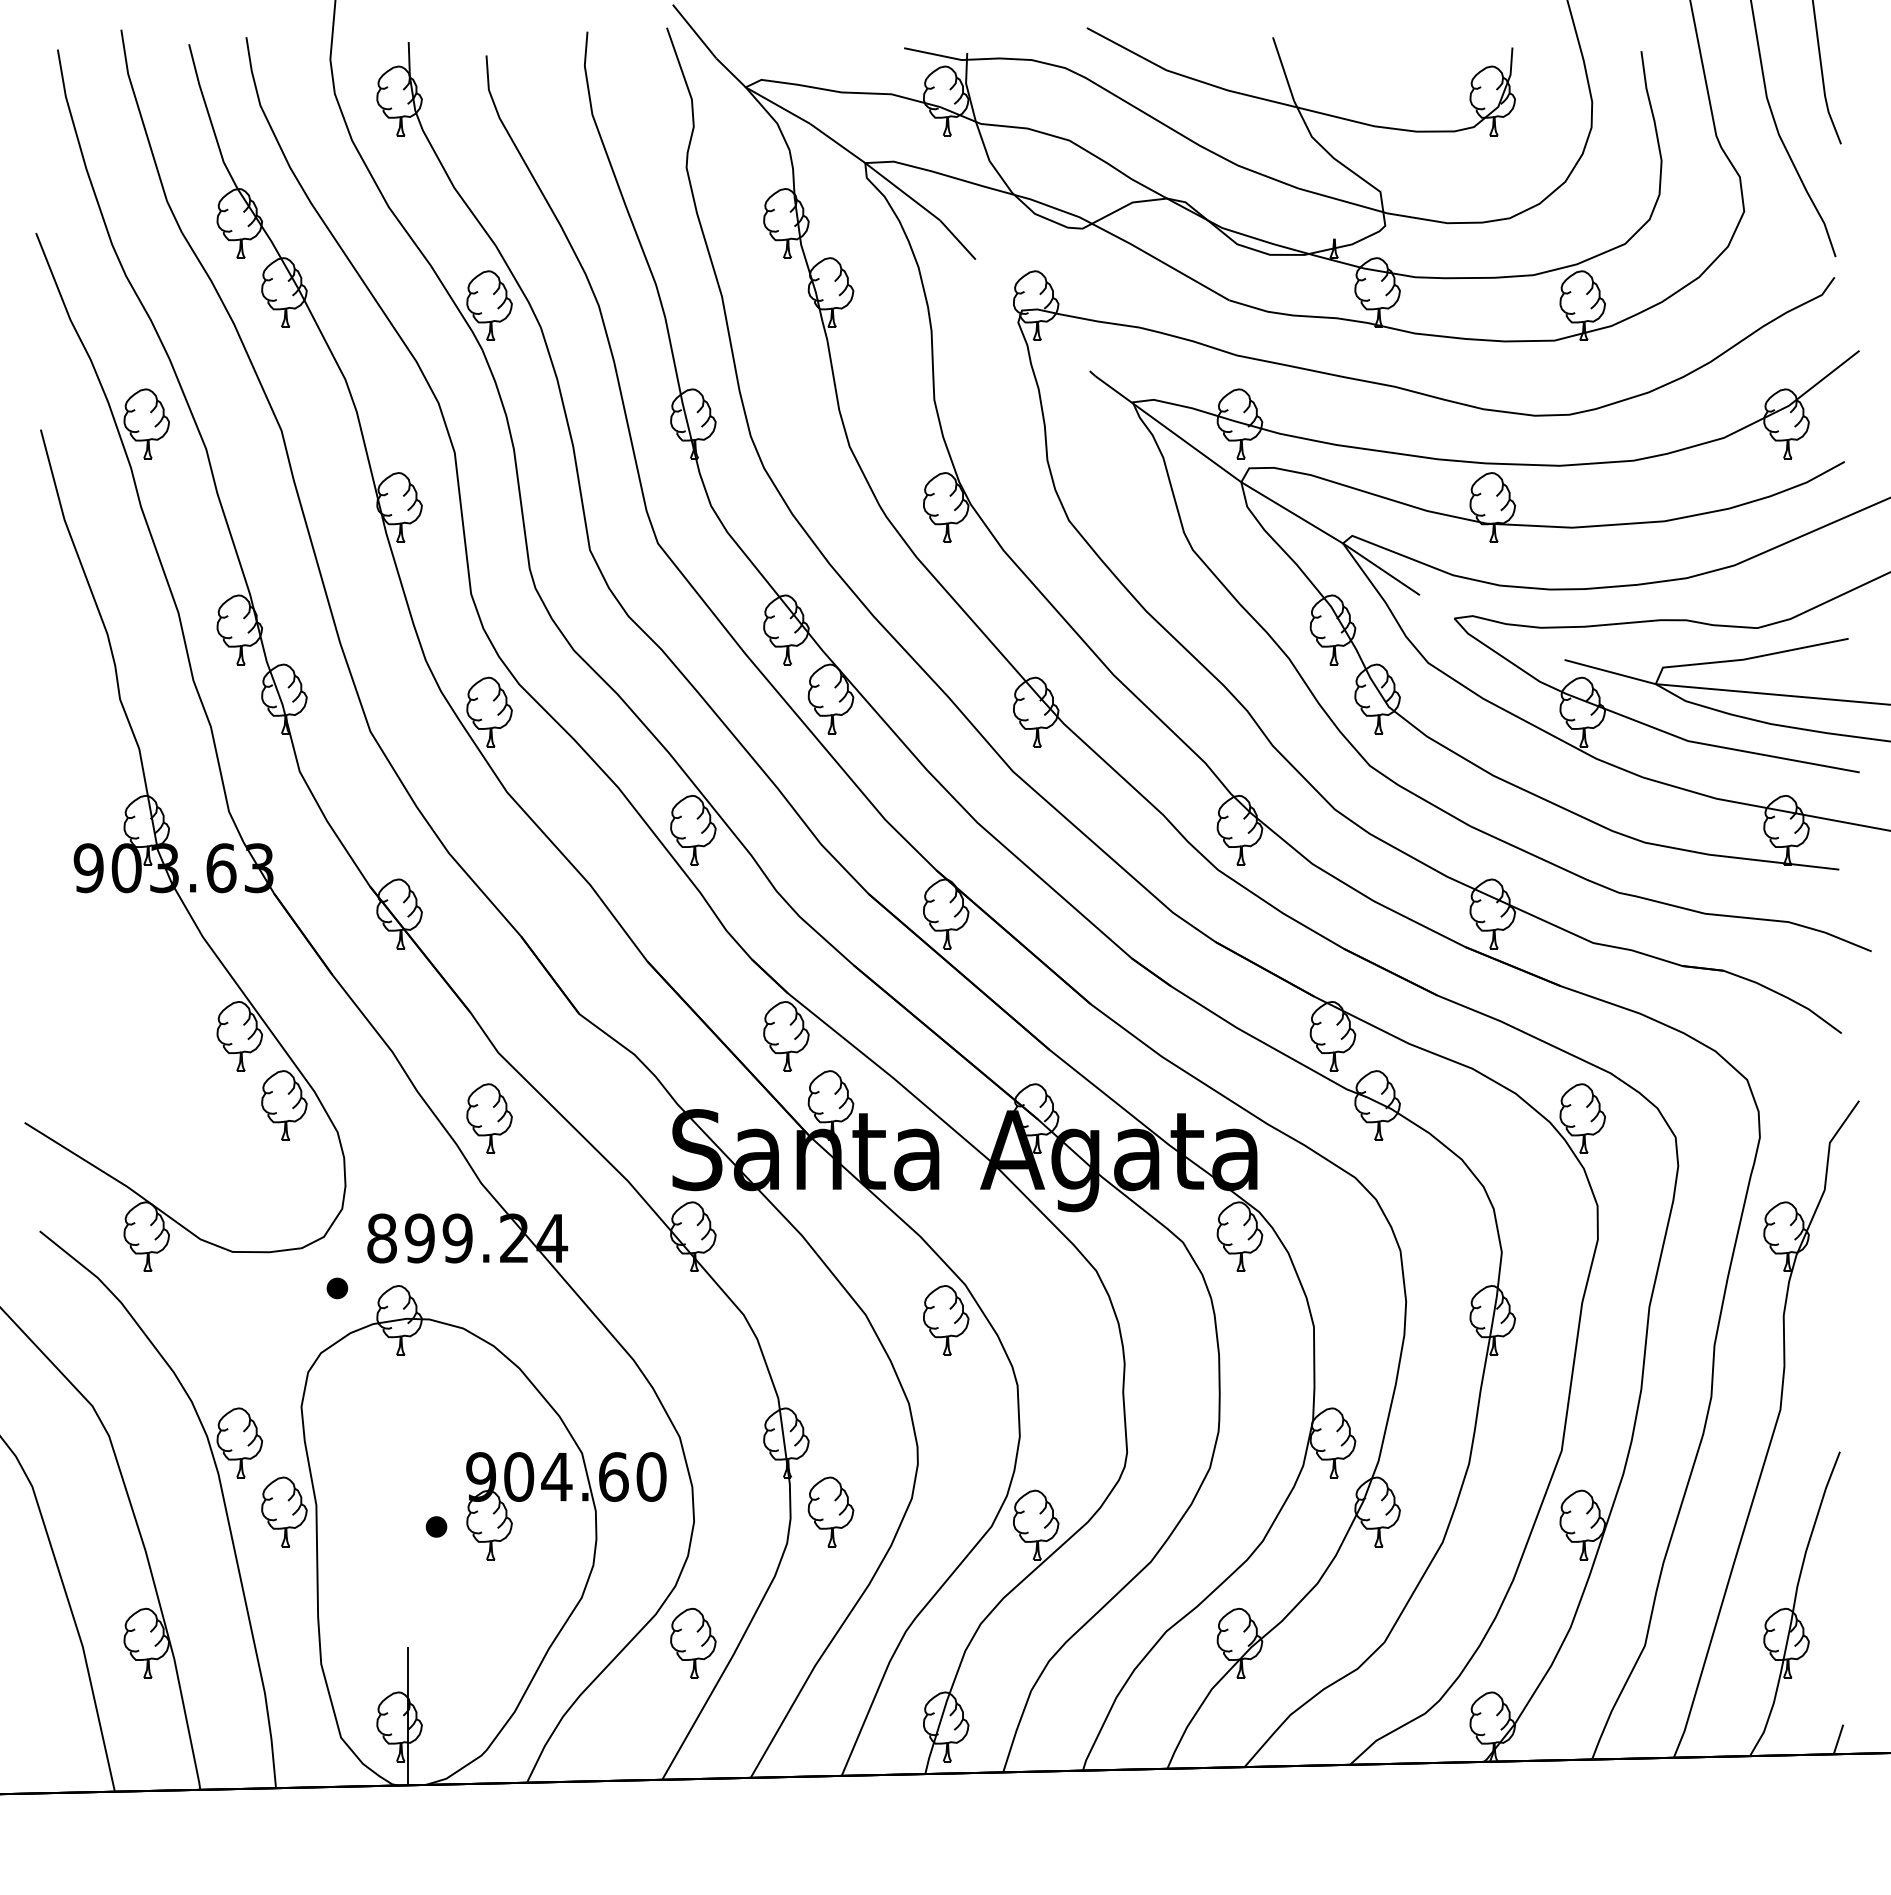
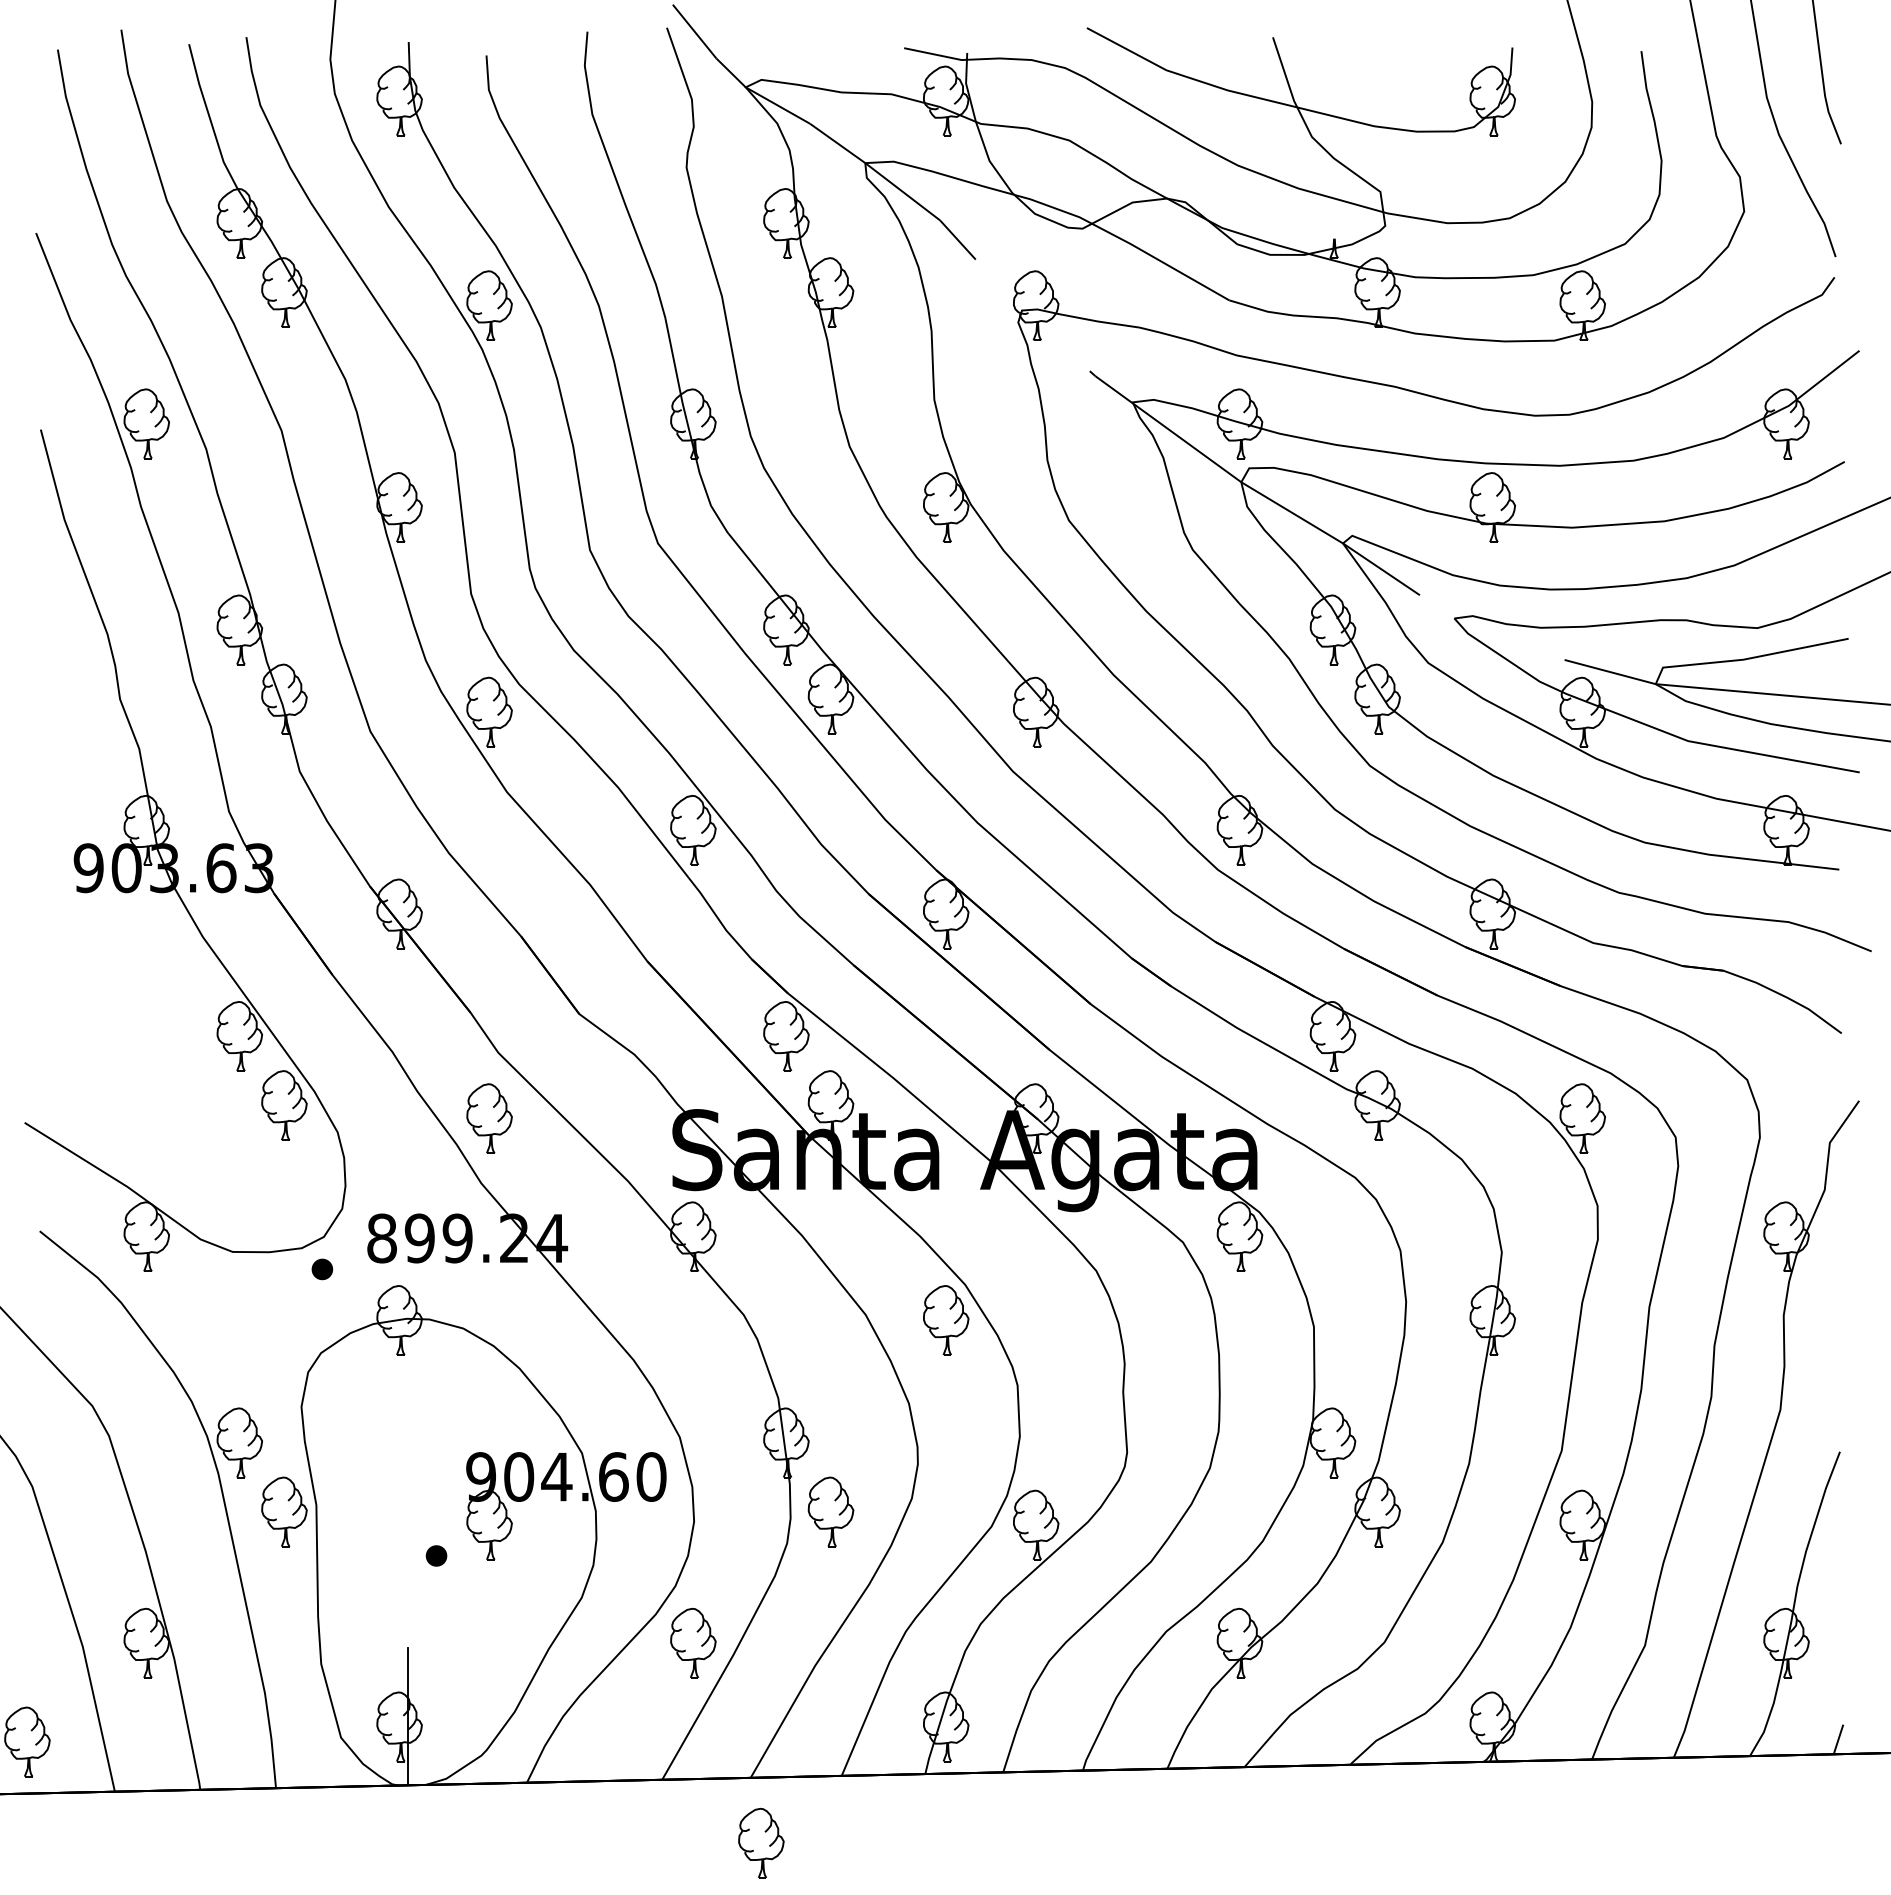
part at (337, 1288) position: (337, 1288) -> (322, 1269)
part at (436, 1526) position: (436, 1526) -> (436, 1555)
part at (27, 1741): none -> present
part at (761, 1842): none -> present
